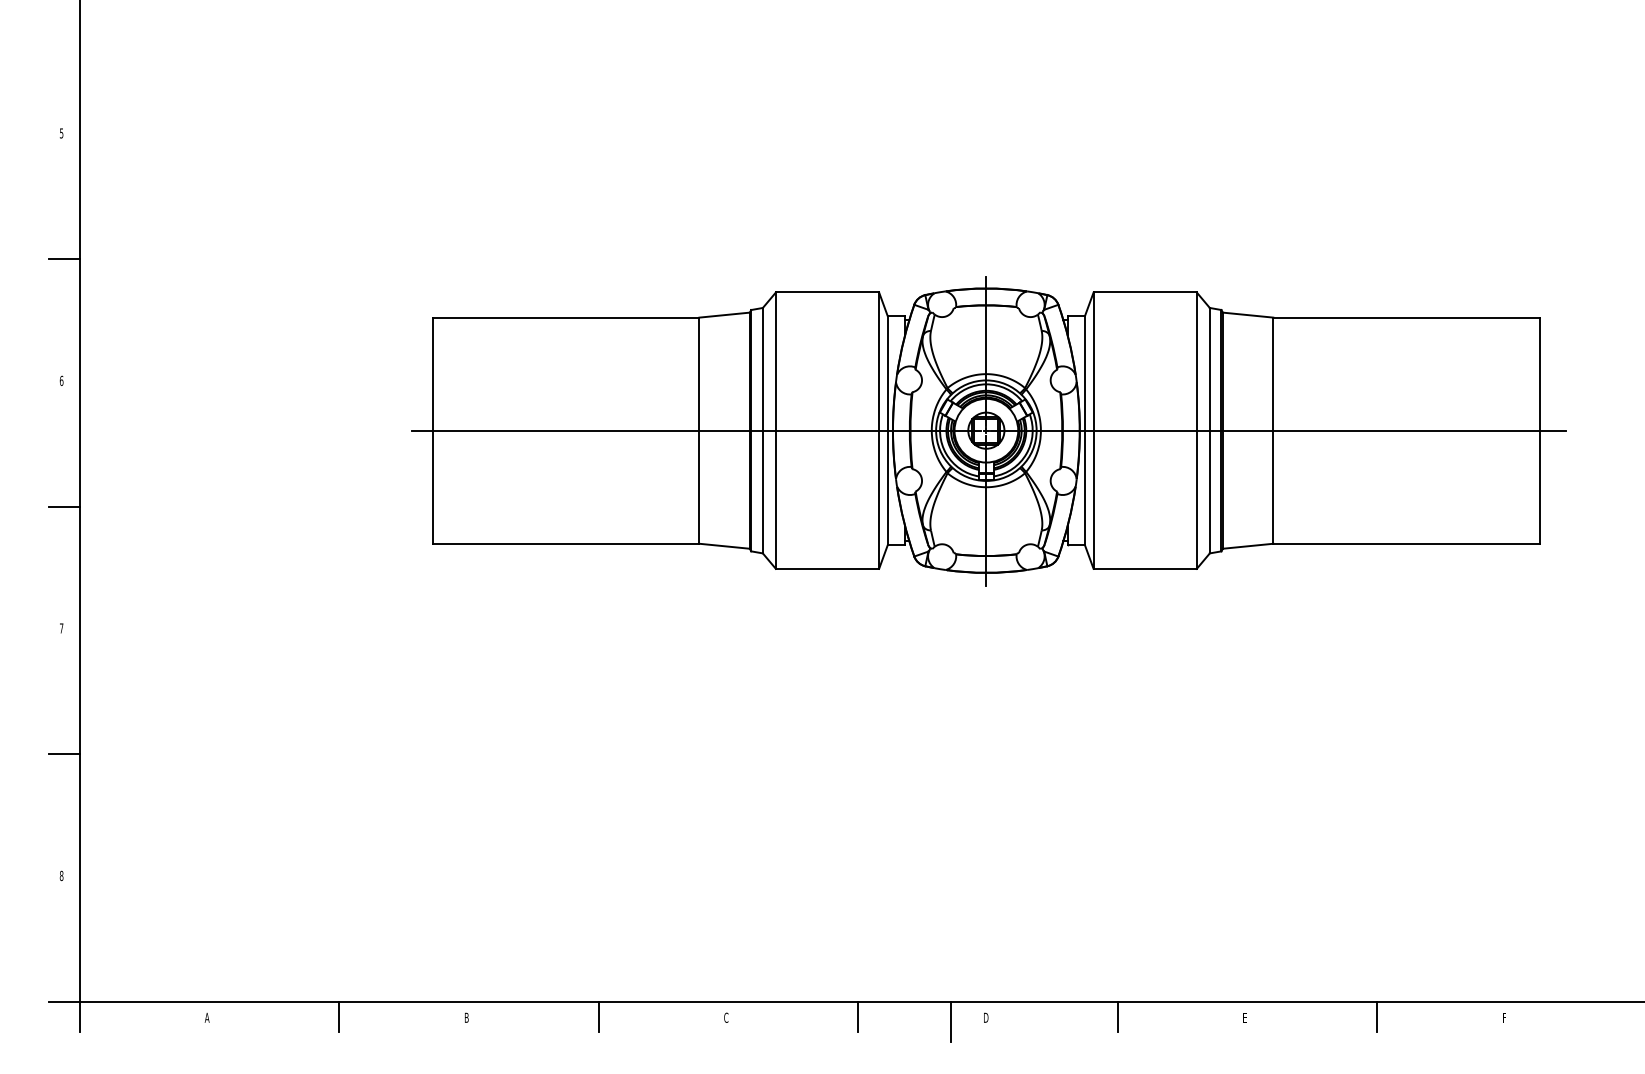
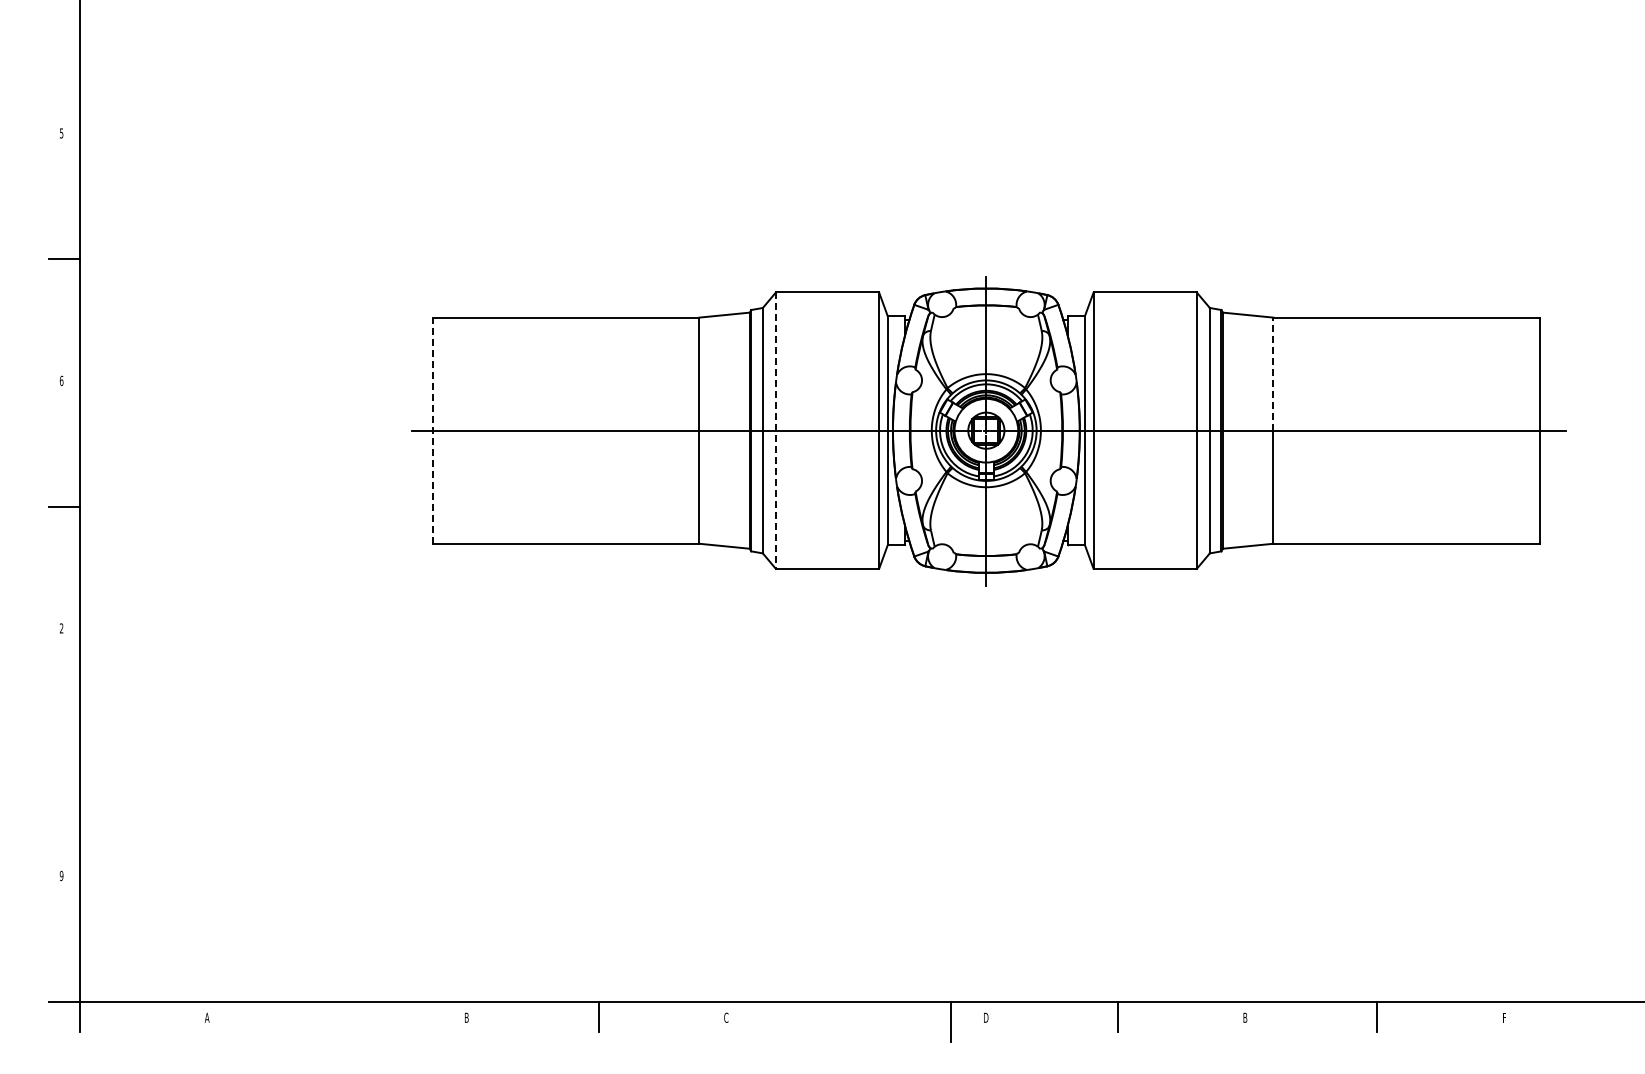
line at (1273, 374): solid -> dashed
line at (433, 430): solid -> dashed
line at (775, 431): solid -> dashed
text at (61, 628): 7 -> 2
line at (64, 754): present -> none
text at (61, 875): 8 -> 9
line at (339, 1016): present -> none
line at (858, 1016): present -> none
text at (1245, 1017): E -> B
